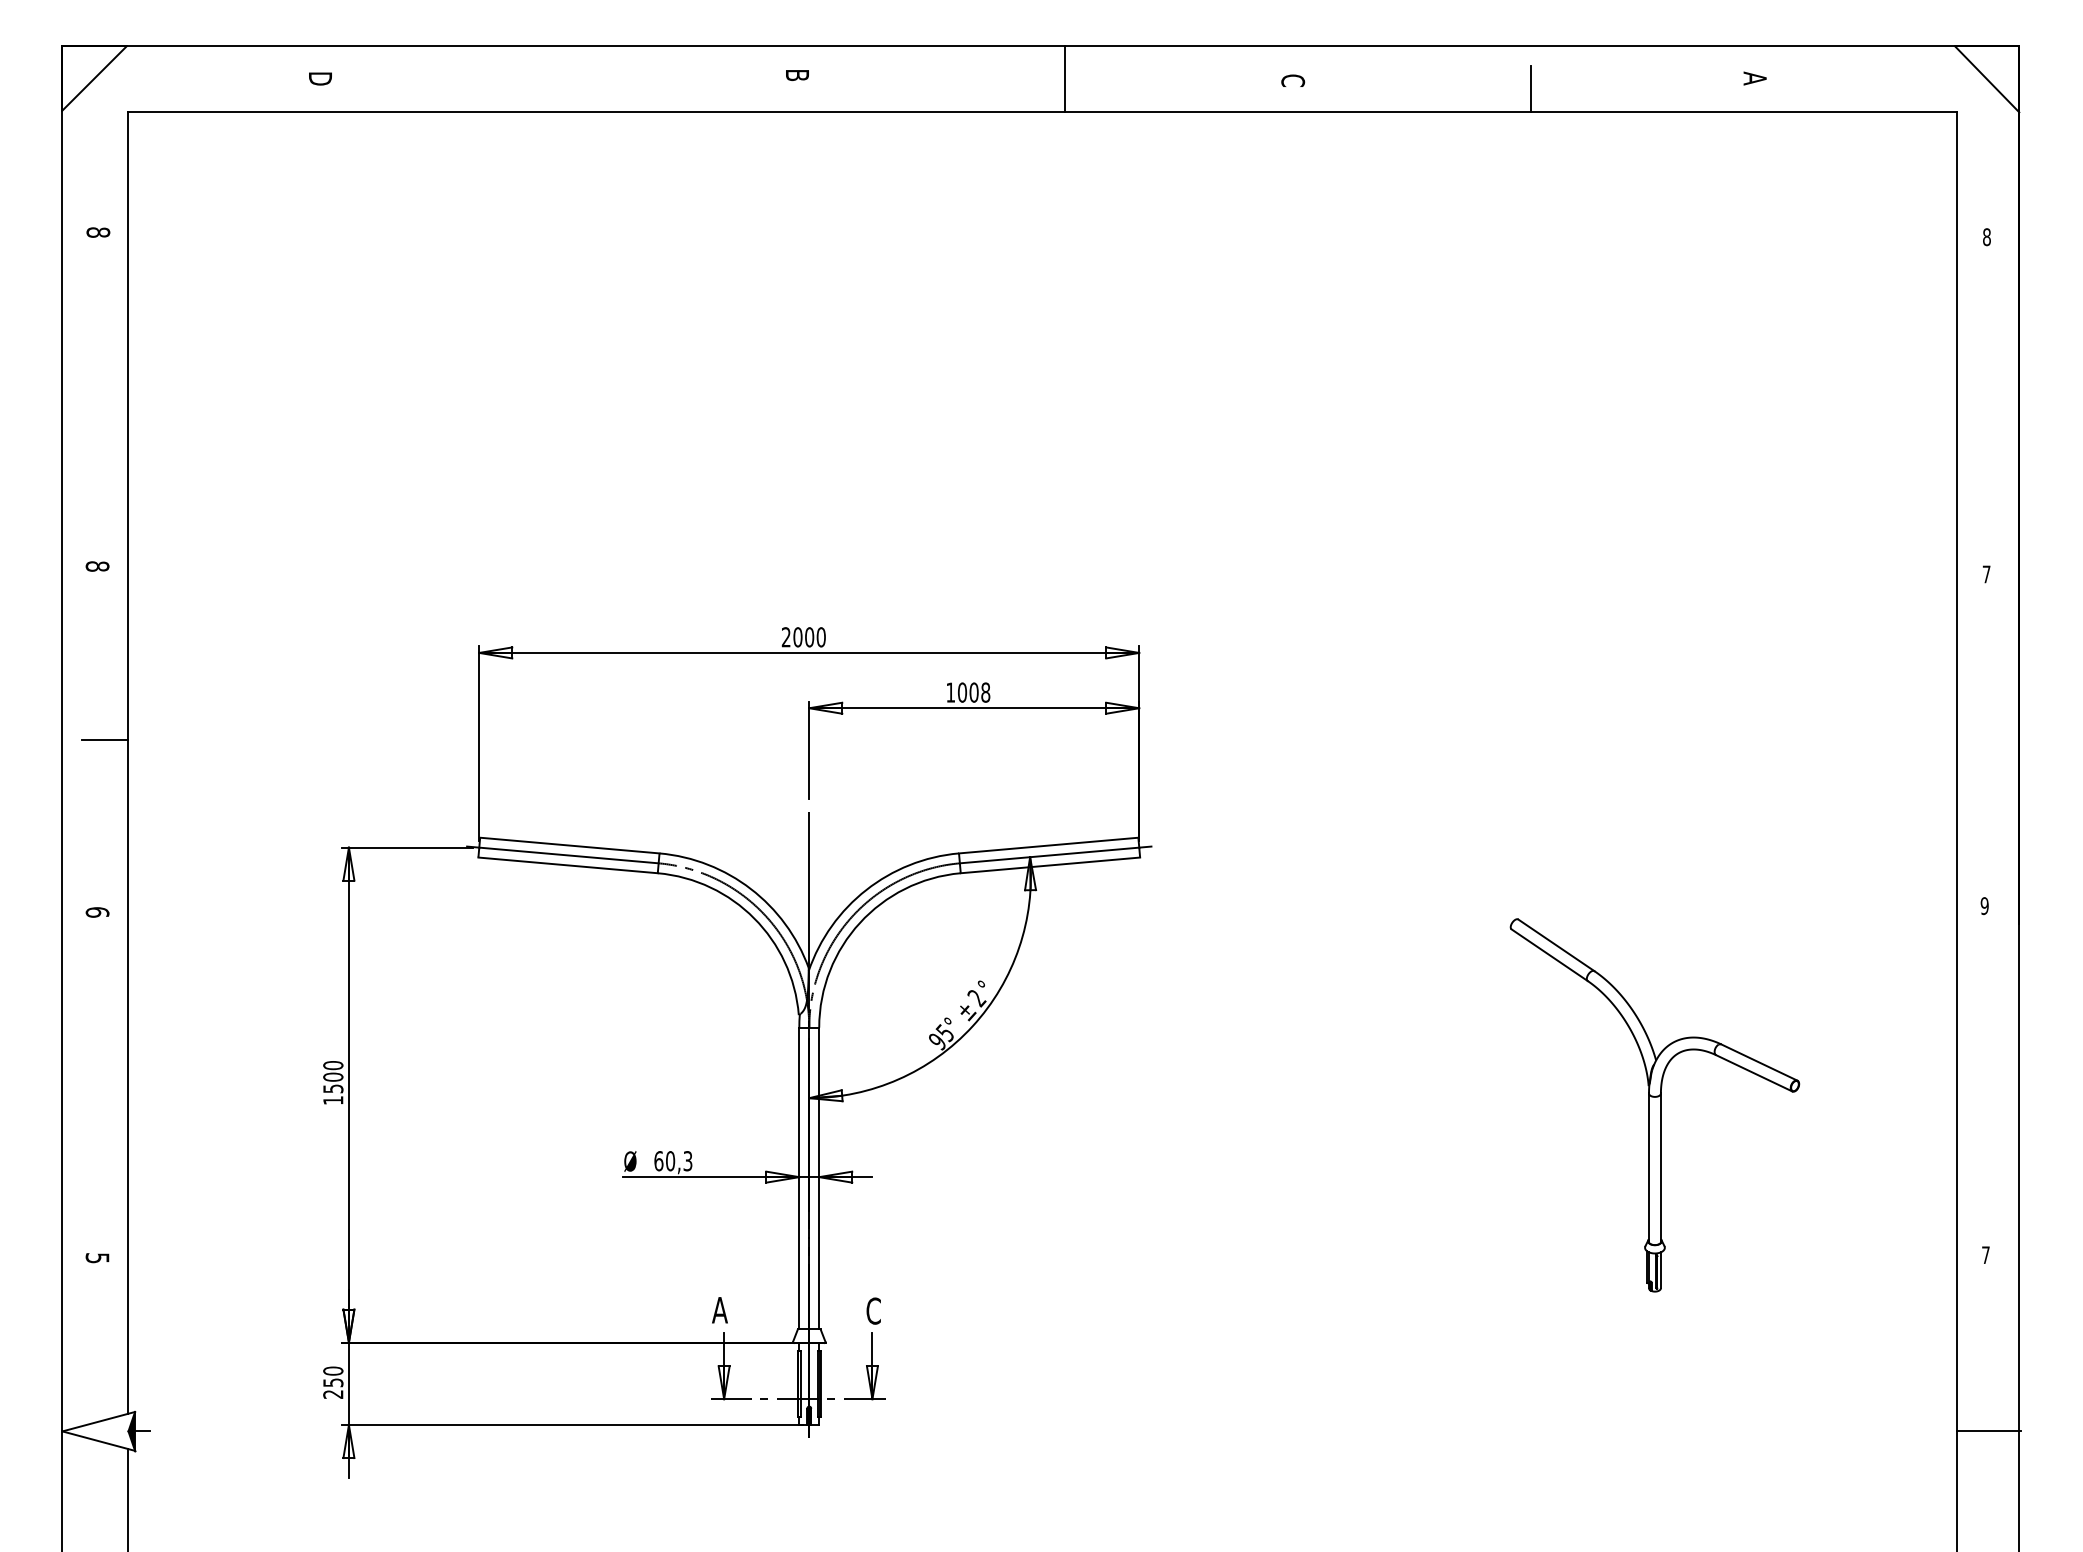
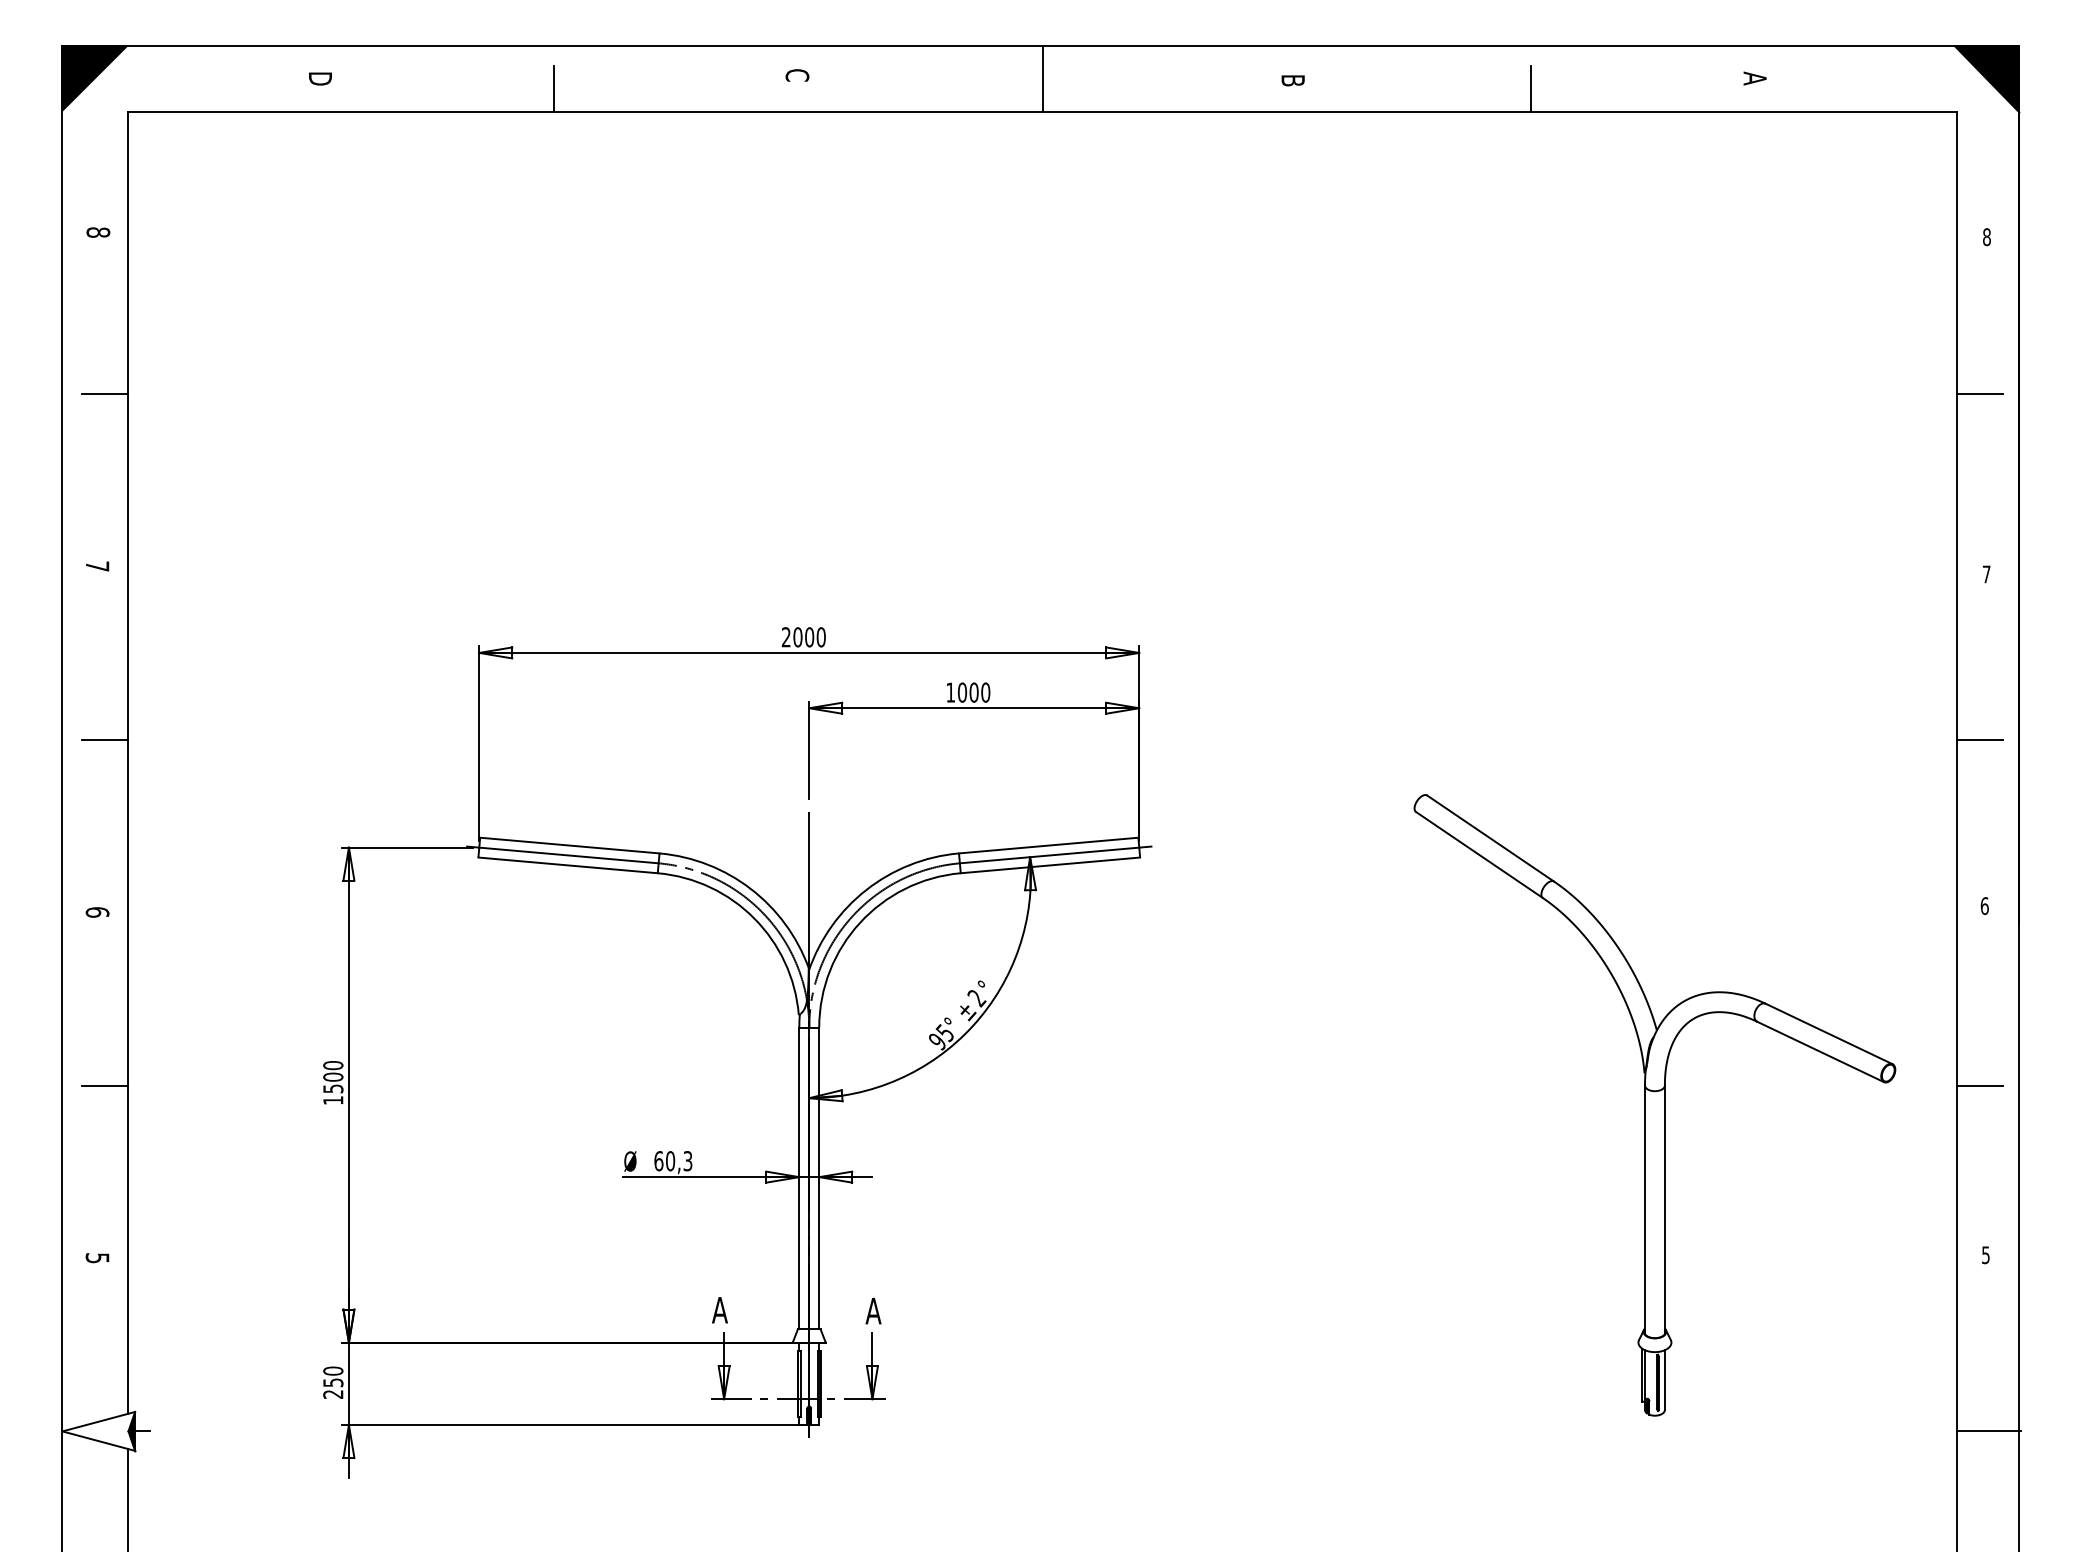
text at (797, 75): B -> C
fill at (94, 78): none -> present
line at (1064, 79) position: (1064, 79) -> (1042, 79)
fill at (1987, 79): none -> present
text at (1293, 80): C -> B
line at (554, 89): none -> present
line at (105, 393): none -> present
line at (1979, 393): none -> present
text at (97, 566): 8 -> 7
text at (985, 692): 1008 -> 1000
line at (1979, 739): none -> present
text at (1984, 906): 9 -> 6
line at (105, 1085): none -> present
line at (1979, 1085): none -> present
part at (1654, 1105) size: 292x375 px -> 484x623 px
text at (1985, 1255): 7 -> 5
text at (873, 1310): C -> A
